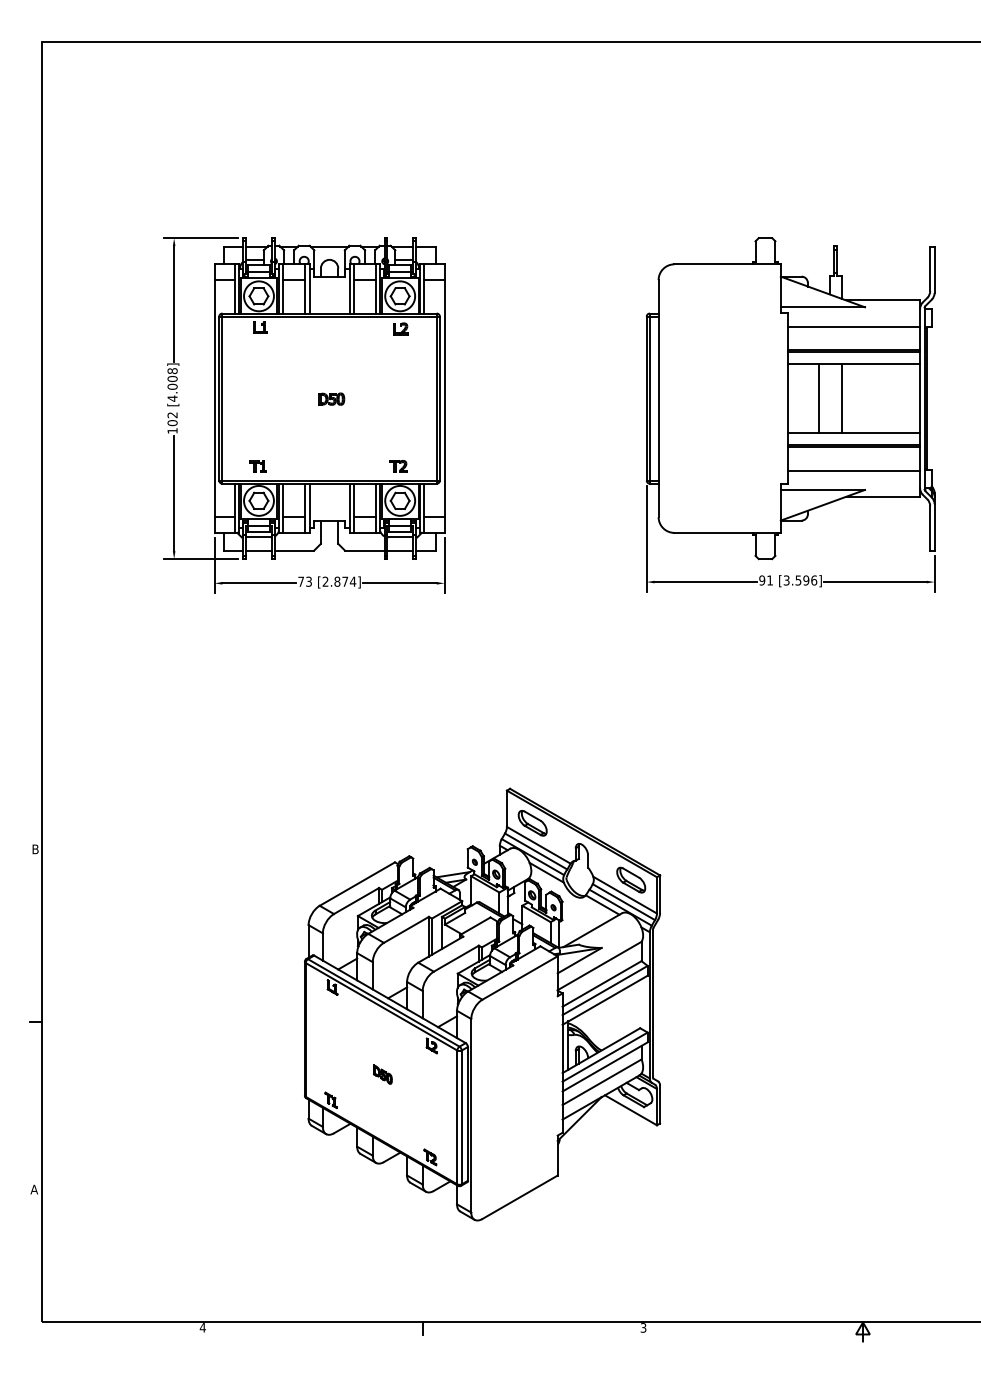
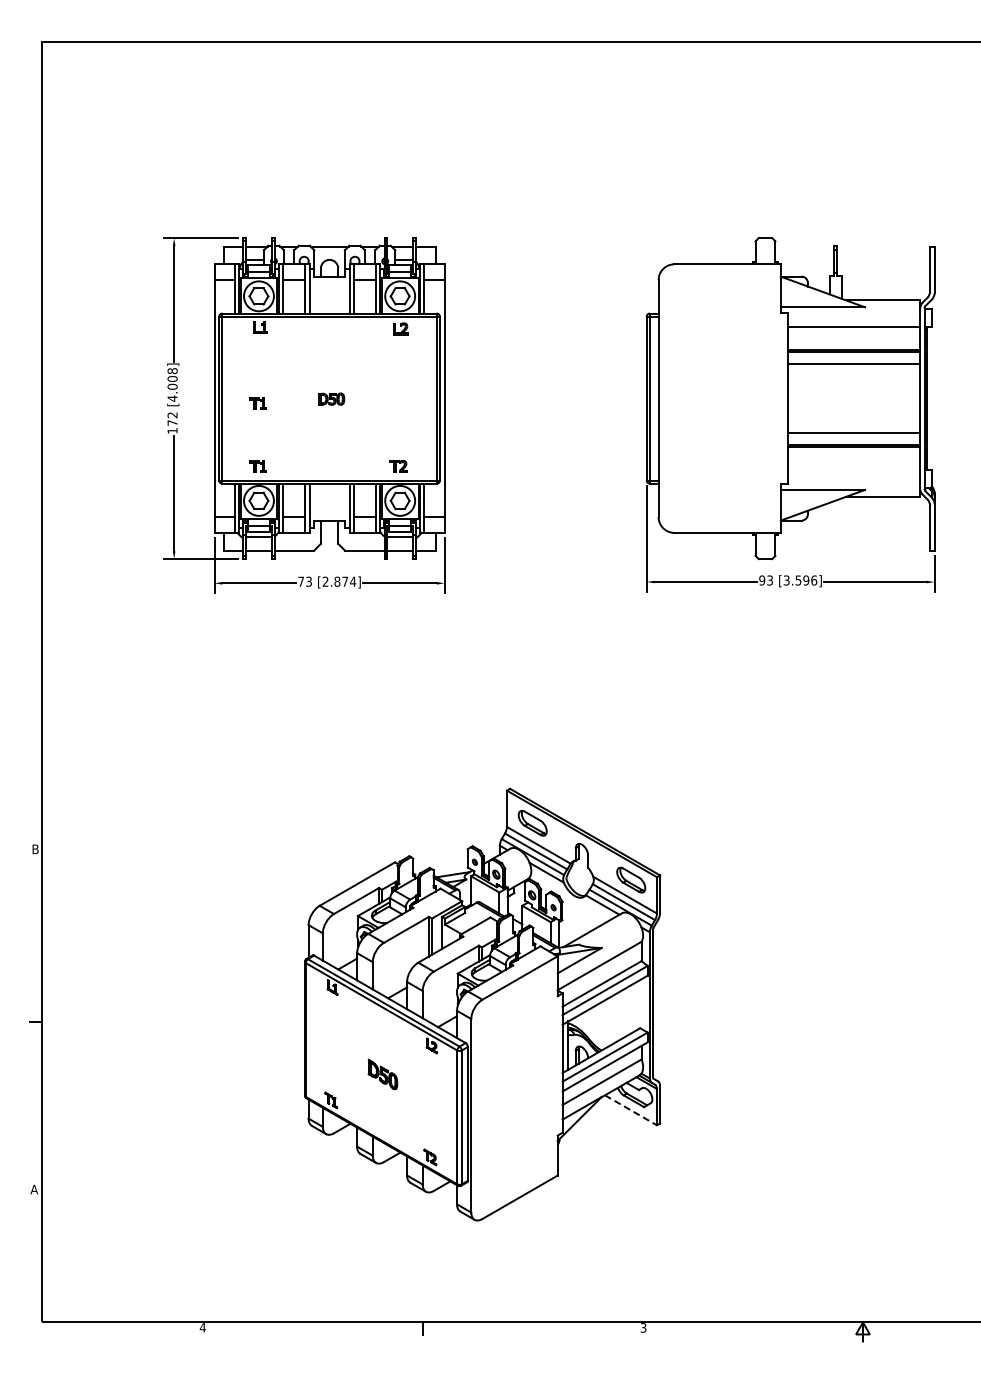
line at (818, 398): present -> none
line at (841, 398): present -> none
part at (257, 403): none -> present
text at (172, 423): 102 -> 172
line at (853, 470): present -> none
text at (769, 580): 91 -> 93
part at (382, 1074) size: 20x21 px -> 32x33 px
line at (630, 1110): solid -> dashed
